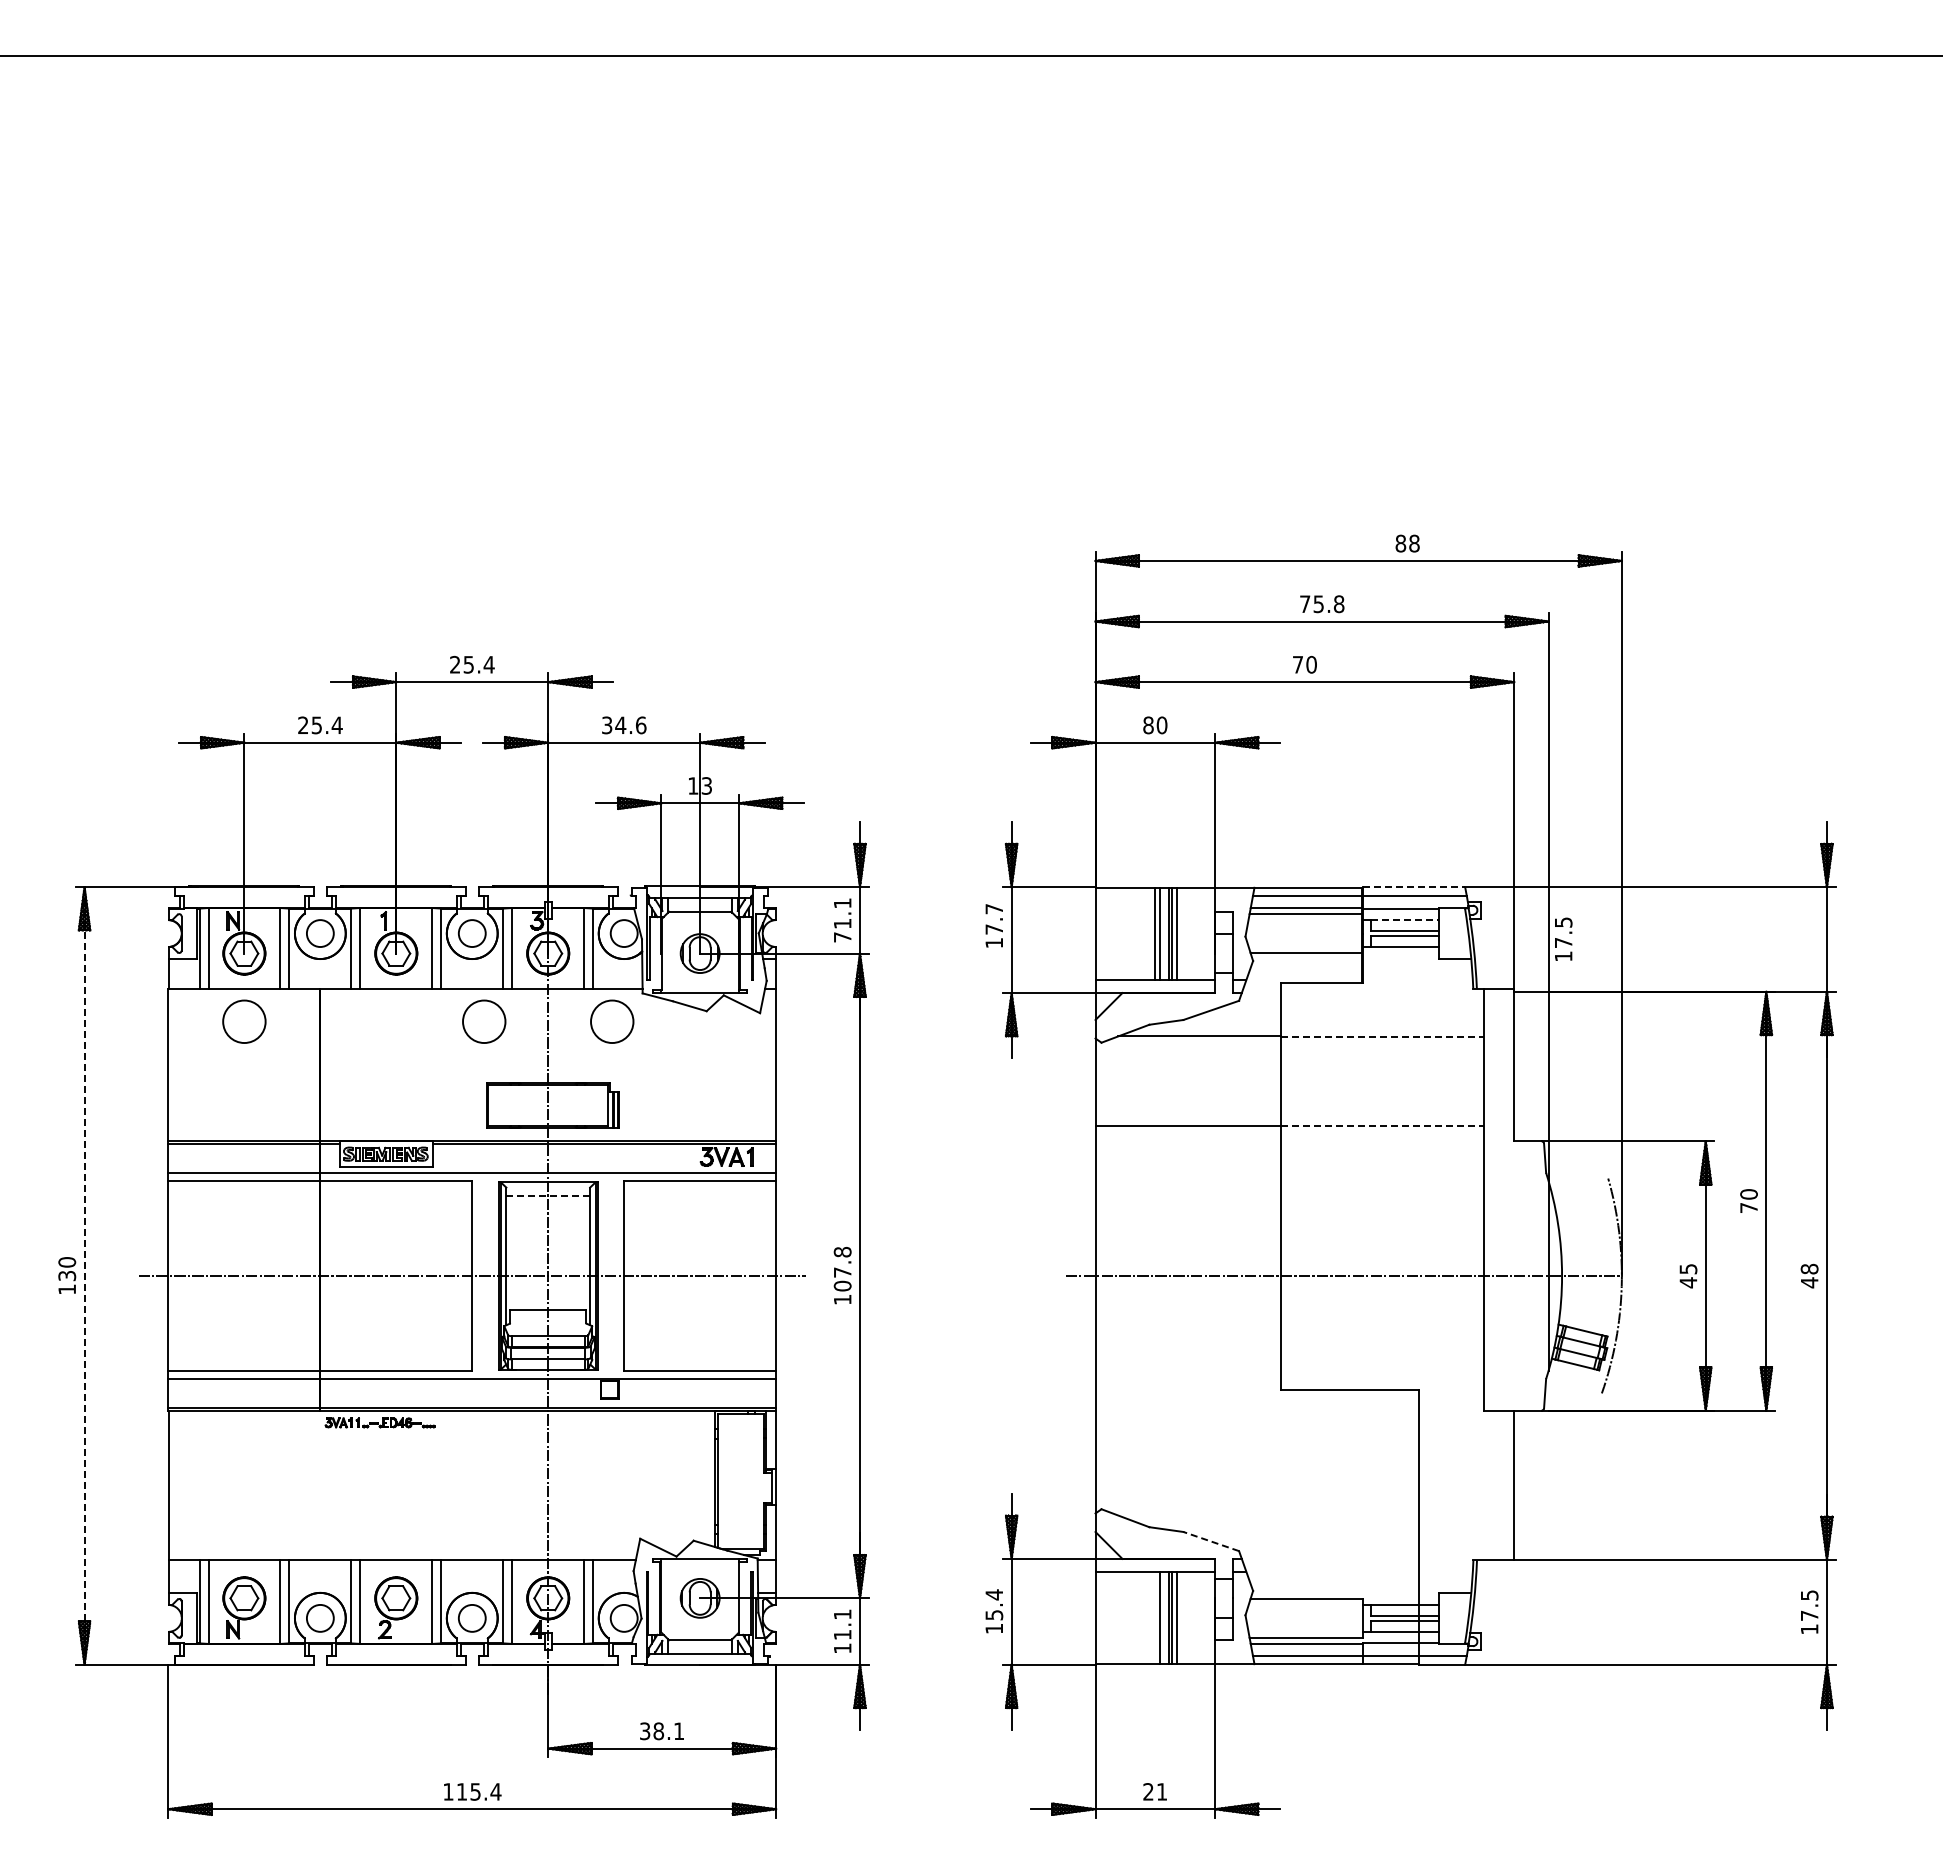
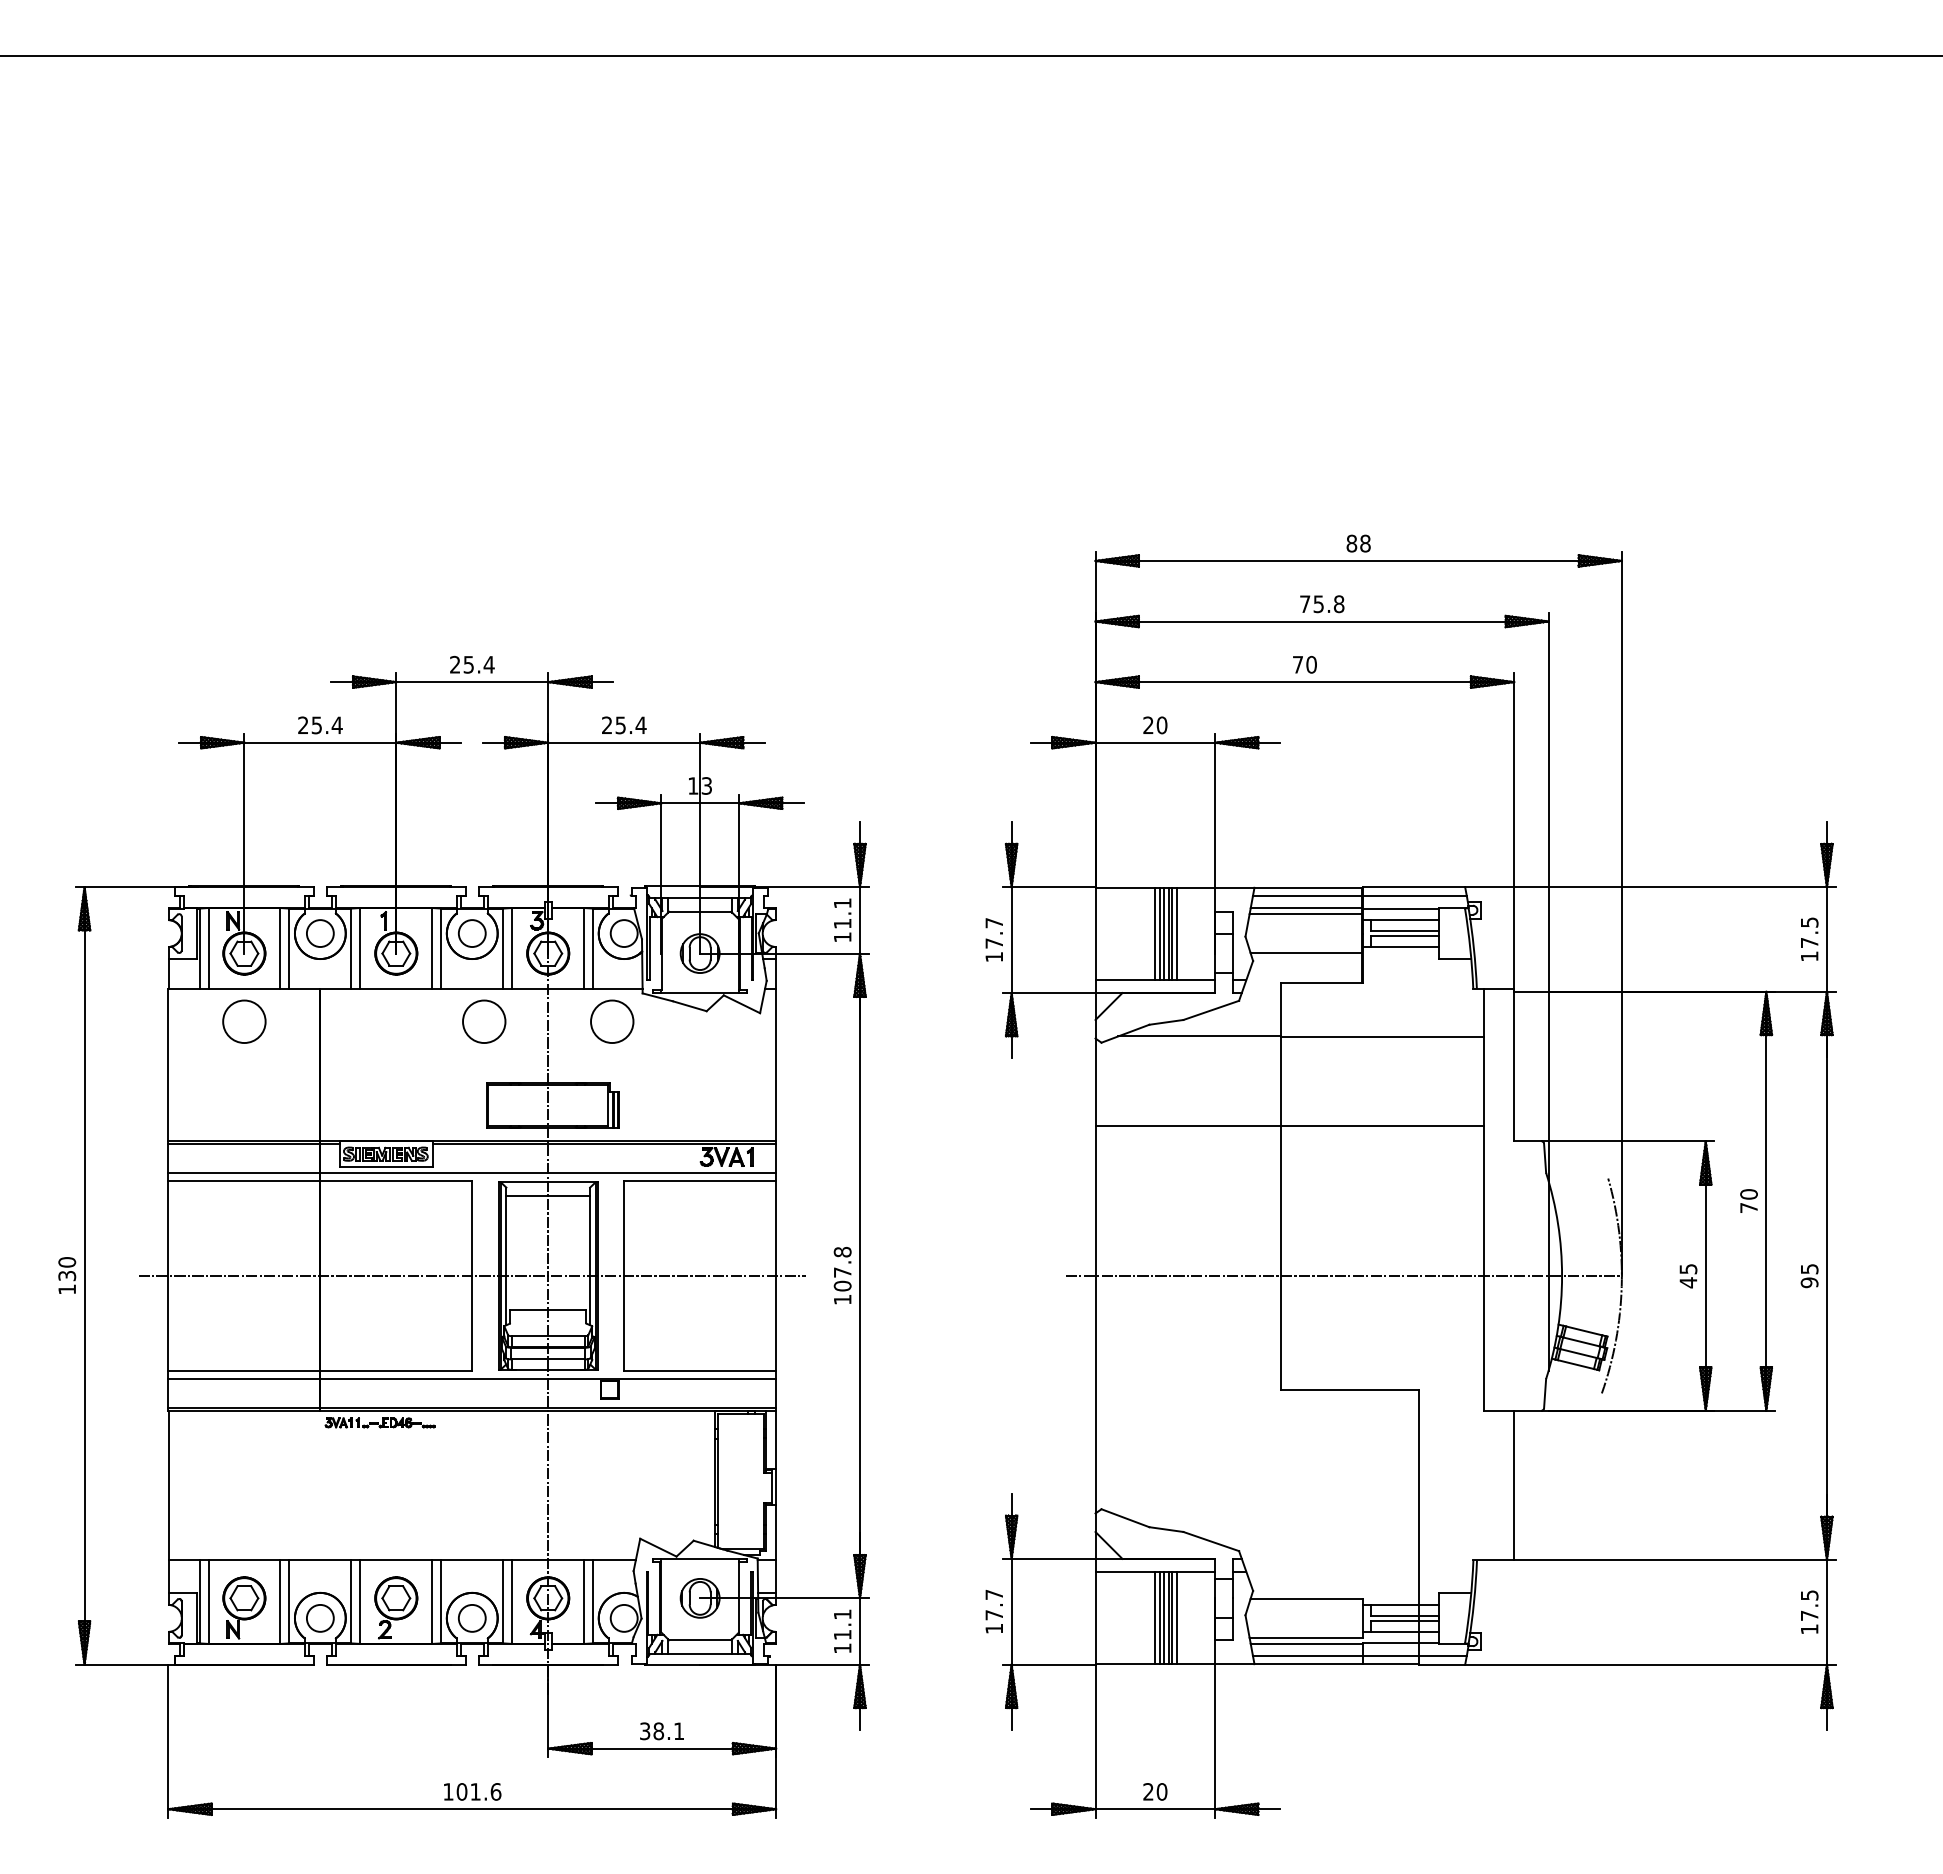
text at (1407, 543) position: (1407, 543) -> (1358, 543)
text at (624, 725): 34.6 -> 25.4
text at (1148, 725): 80 -> 20
line at (1414, 887): dashed -> solid
line at (1405, 920): dashed -> solid
text at (993, 925) position: (993, 925) -> (993, 939)
line at (1163, 933): none -> present
text at (842, 937): 71.1 -> 11.1
text at (1563, 938) position: (1563, 938) -> (1809, 938)
line at (1382, 1036): dashed -> solid
line at (1382, 1126): dashed -> solid
line at (548, 1195): dashed -> solid
line at (84, 1275): dashed -> solid
text at (1809, 1275): 48 -> 95
line at (1210, 1541): dashed -> solid
text at (994, 1604): 15.4 -> 17.7
line at (1155, 1618): none -> present
line at (1163, 1618): none -> present
text at (478, 1791): 115.4 -> 101.6
text at (1161, 1791): 21 -> 20
